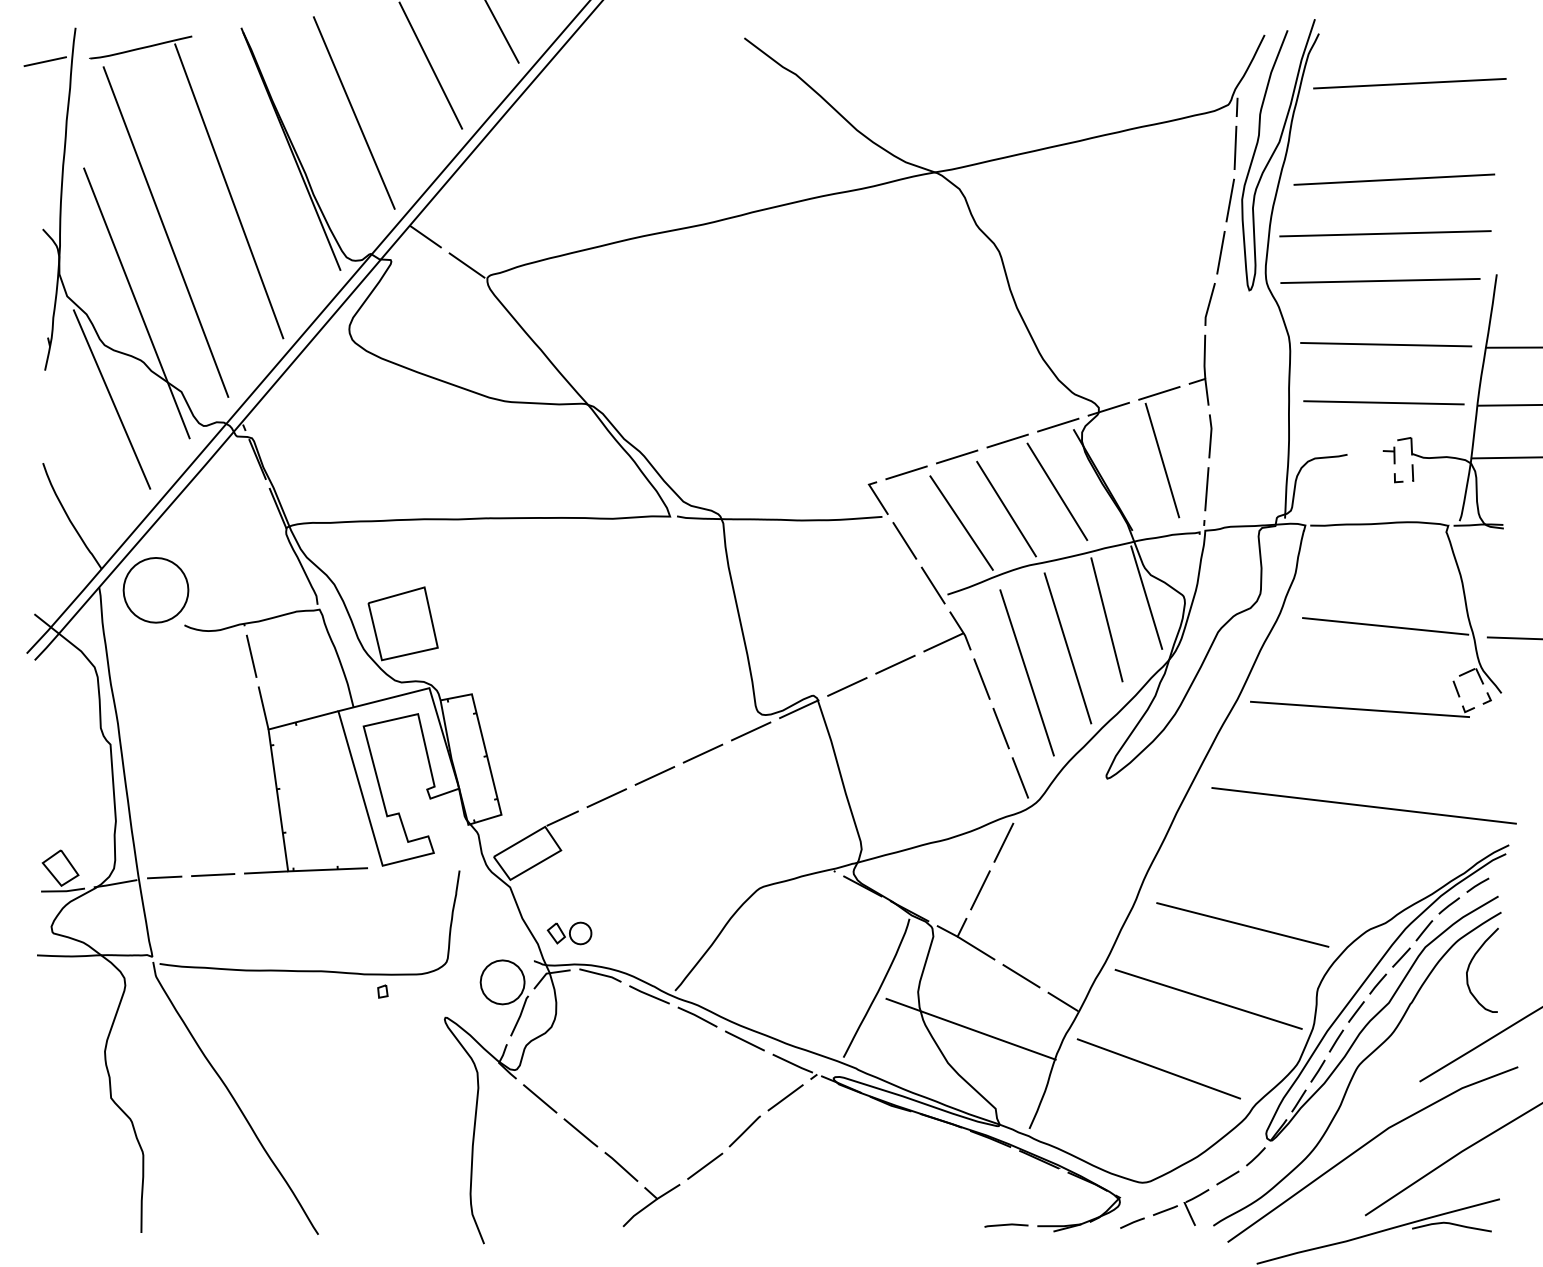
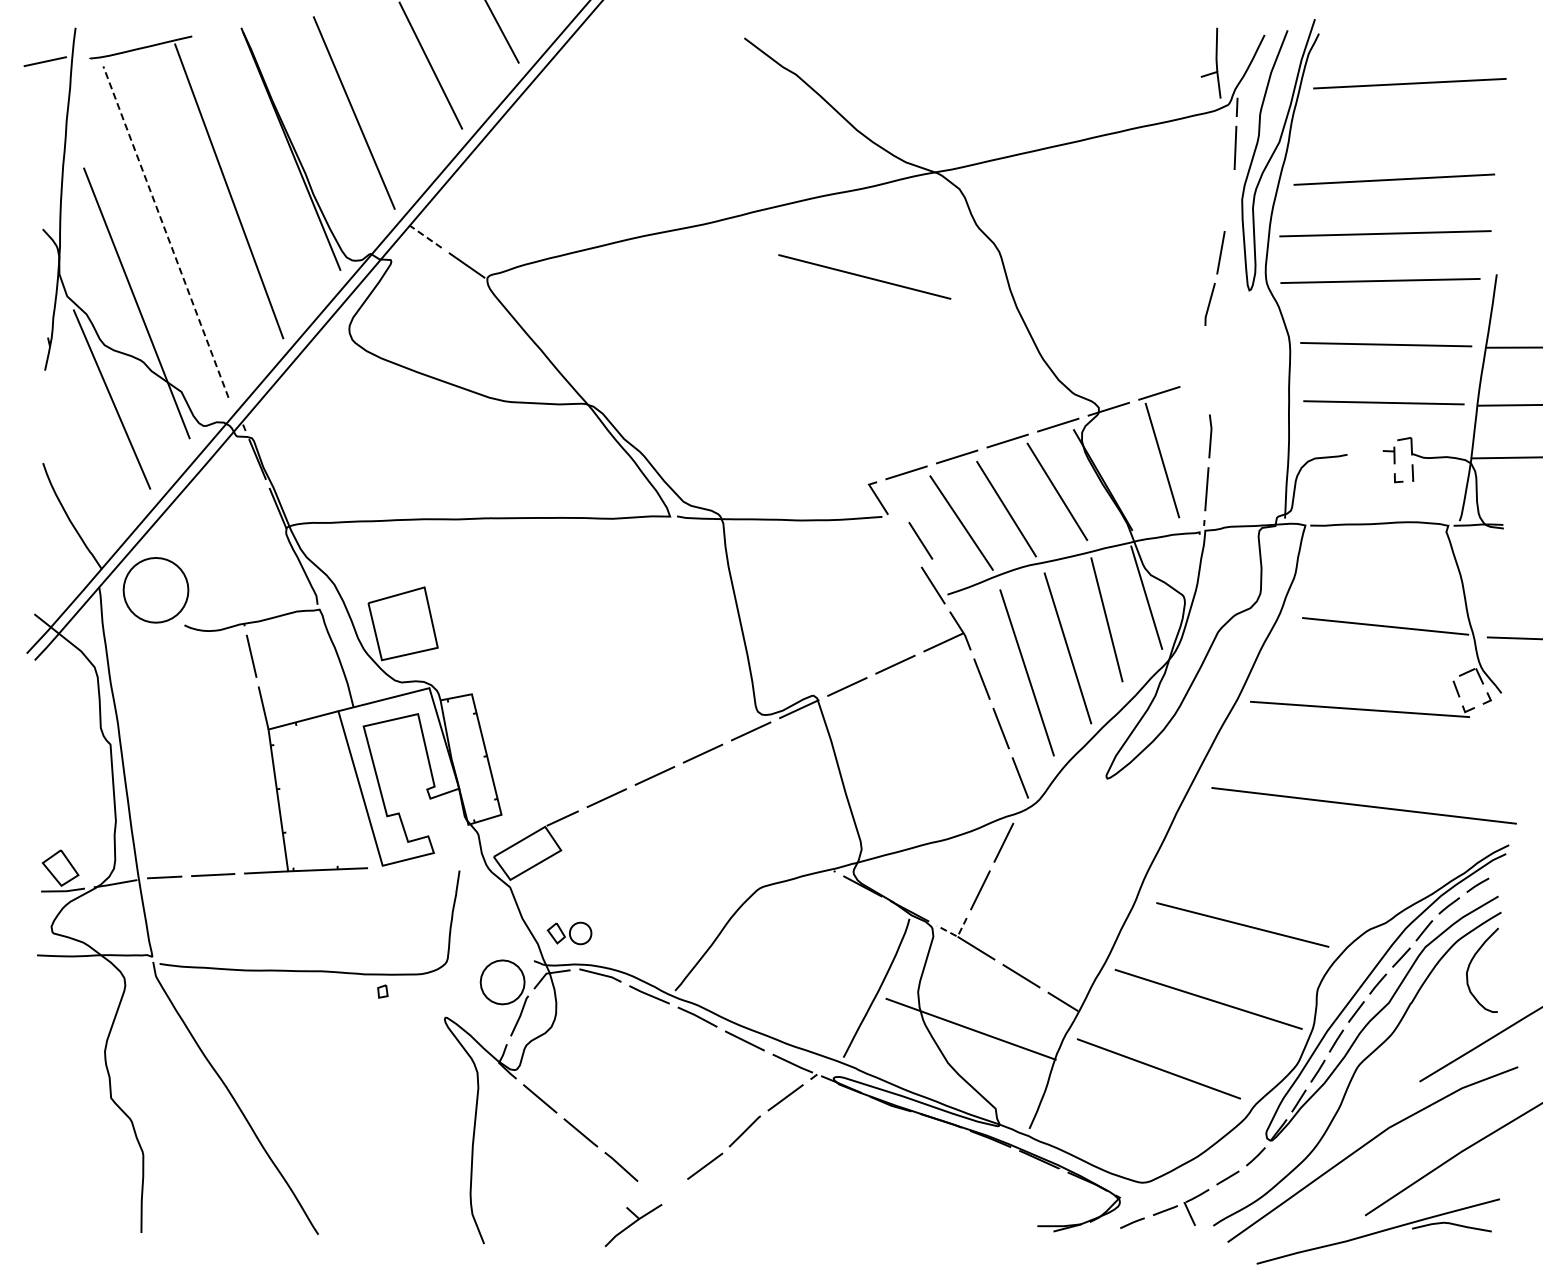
line at (1229, 200): present -> none
line at (165, 231): solid -> dashed
line at (425, 236): solid -> dashed
line at (864, 276): none -> present
part at (1198, 369) position: (1198, 369) -> (1210, 62)
line at (904, 540) position: (904, 540) -> (920, 540)
line at (956, 936): solid -> dashed
part at (651, 1205) position: (651, 1205) -> (633, 1225)
line at (1006, 1225): present -> none
